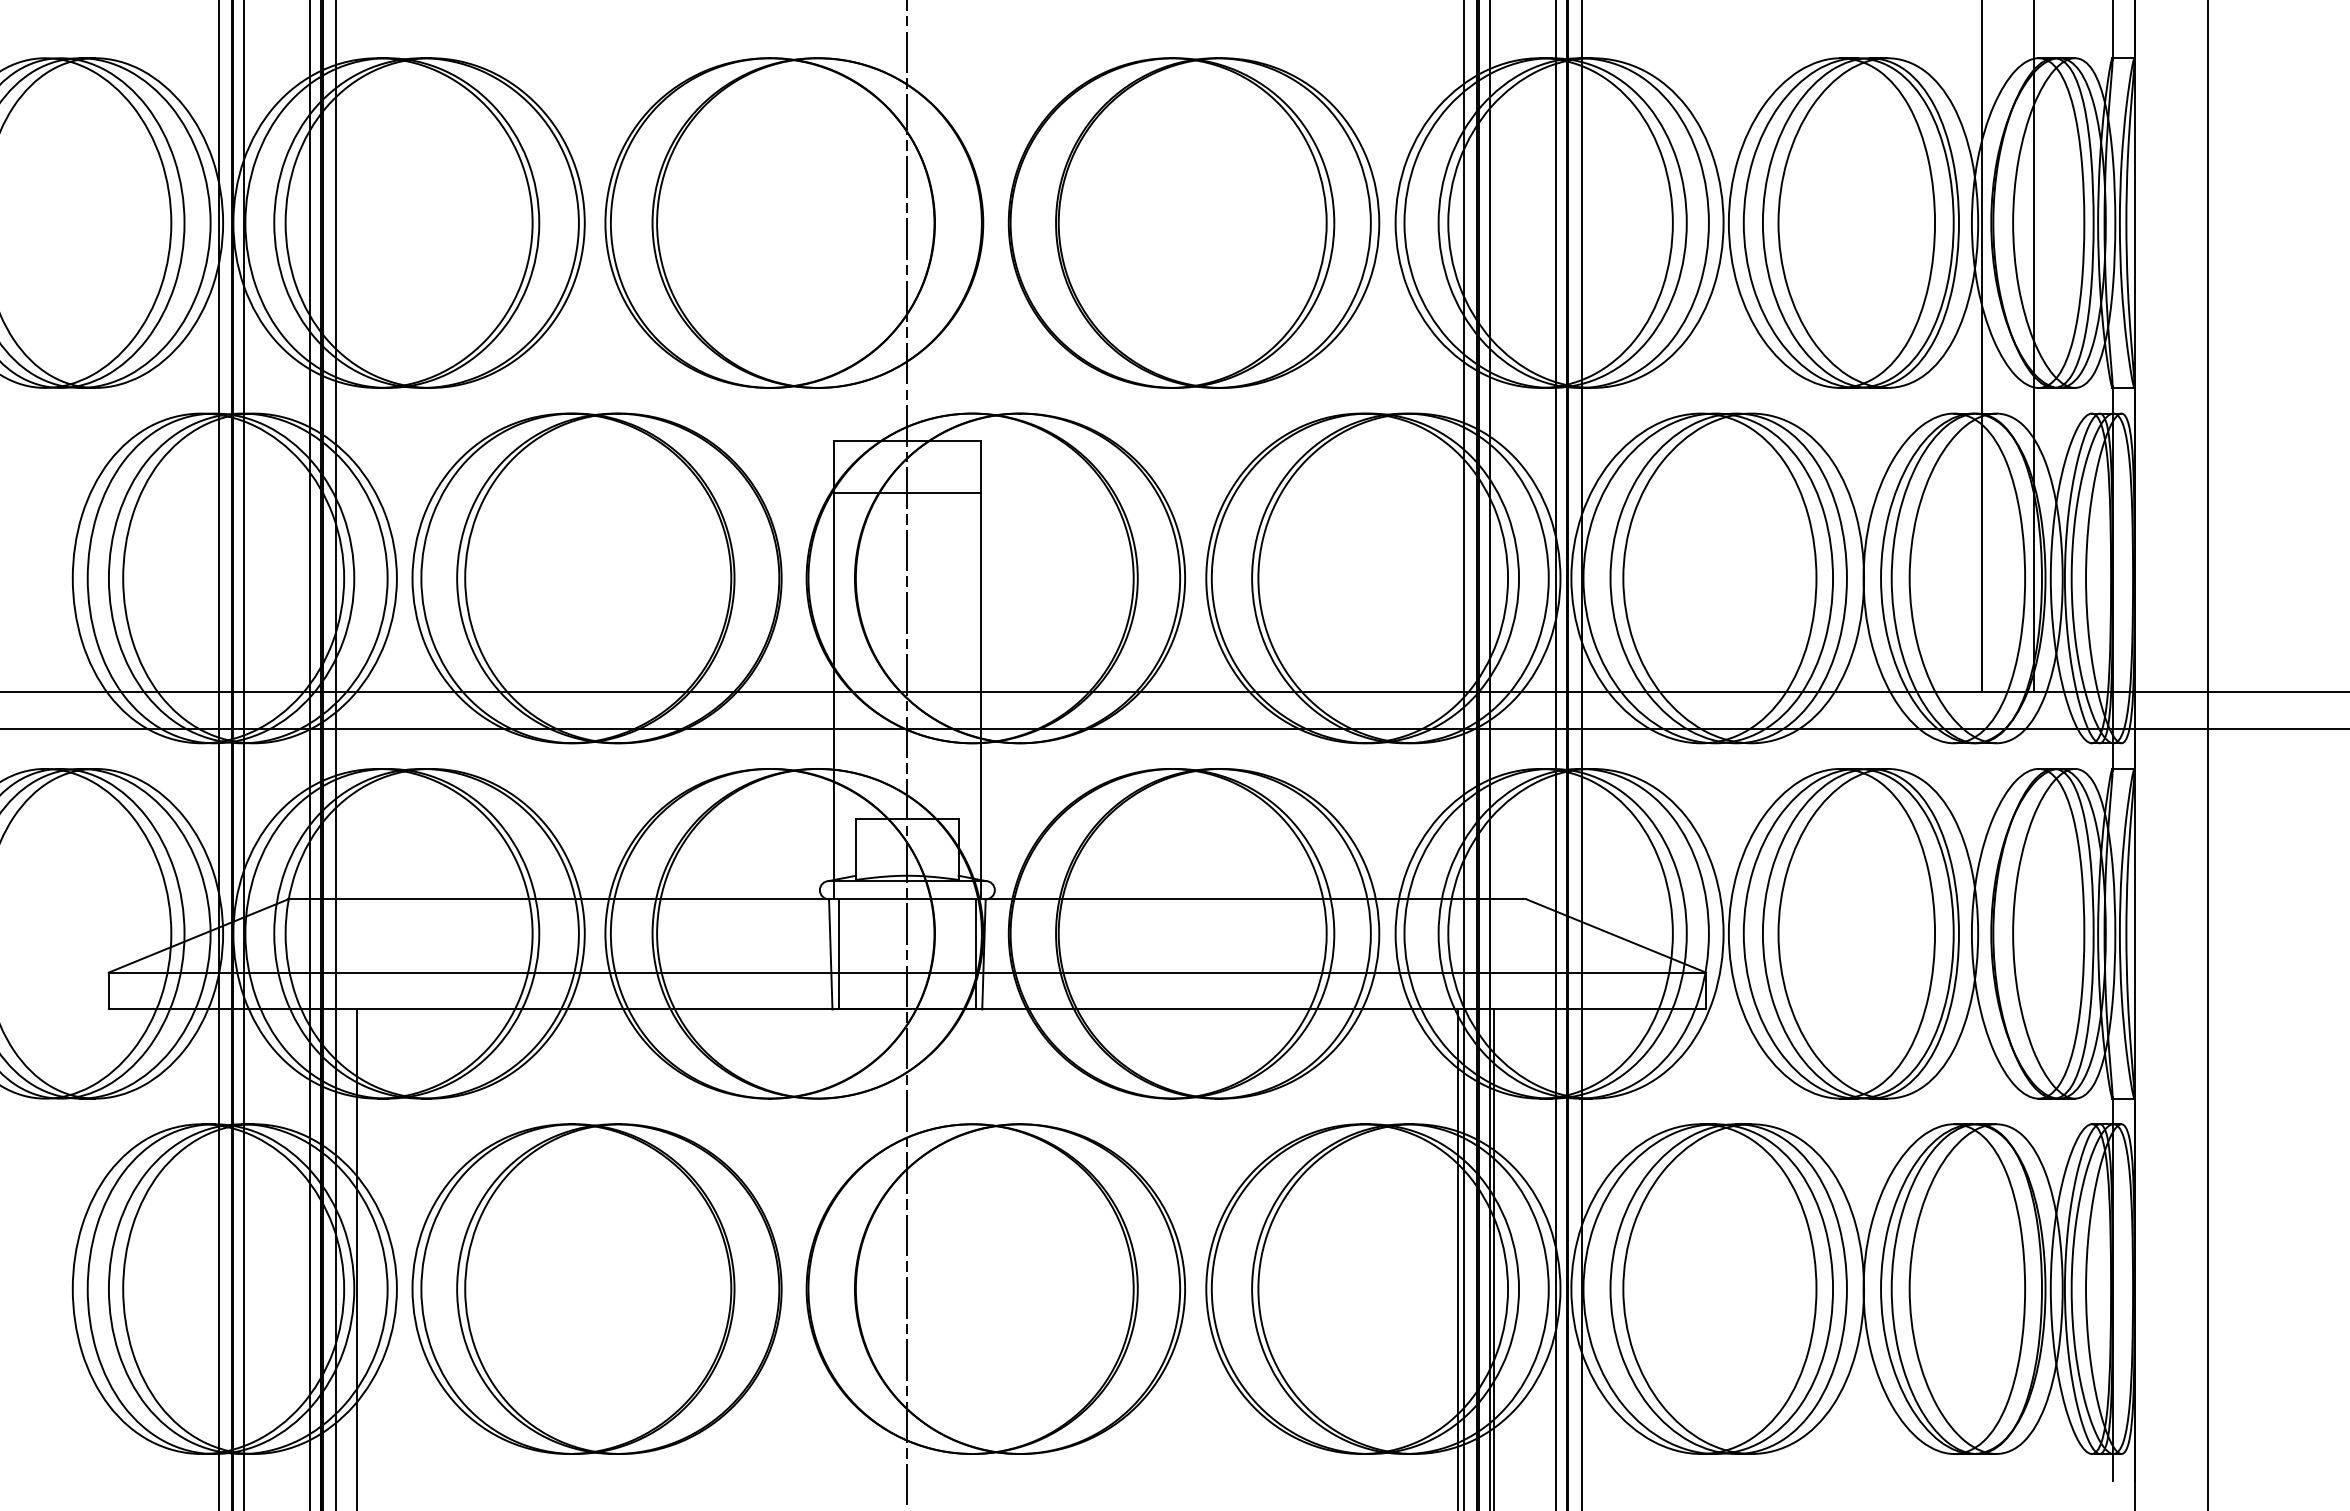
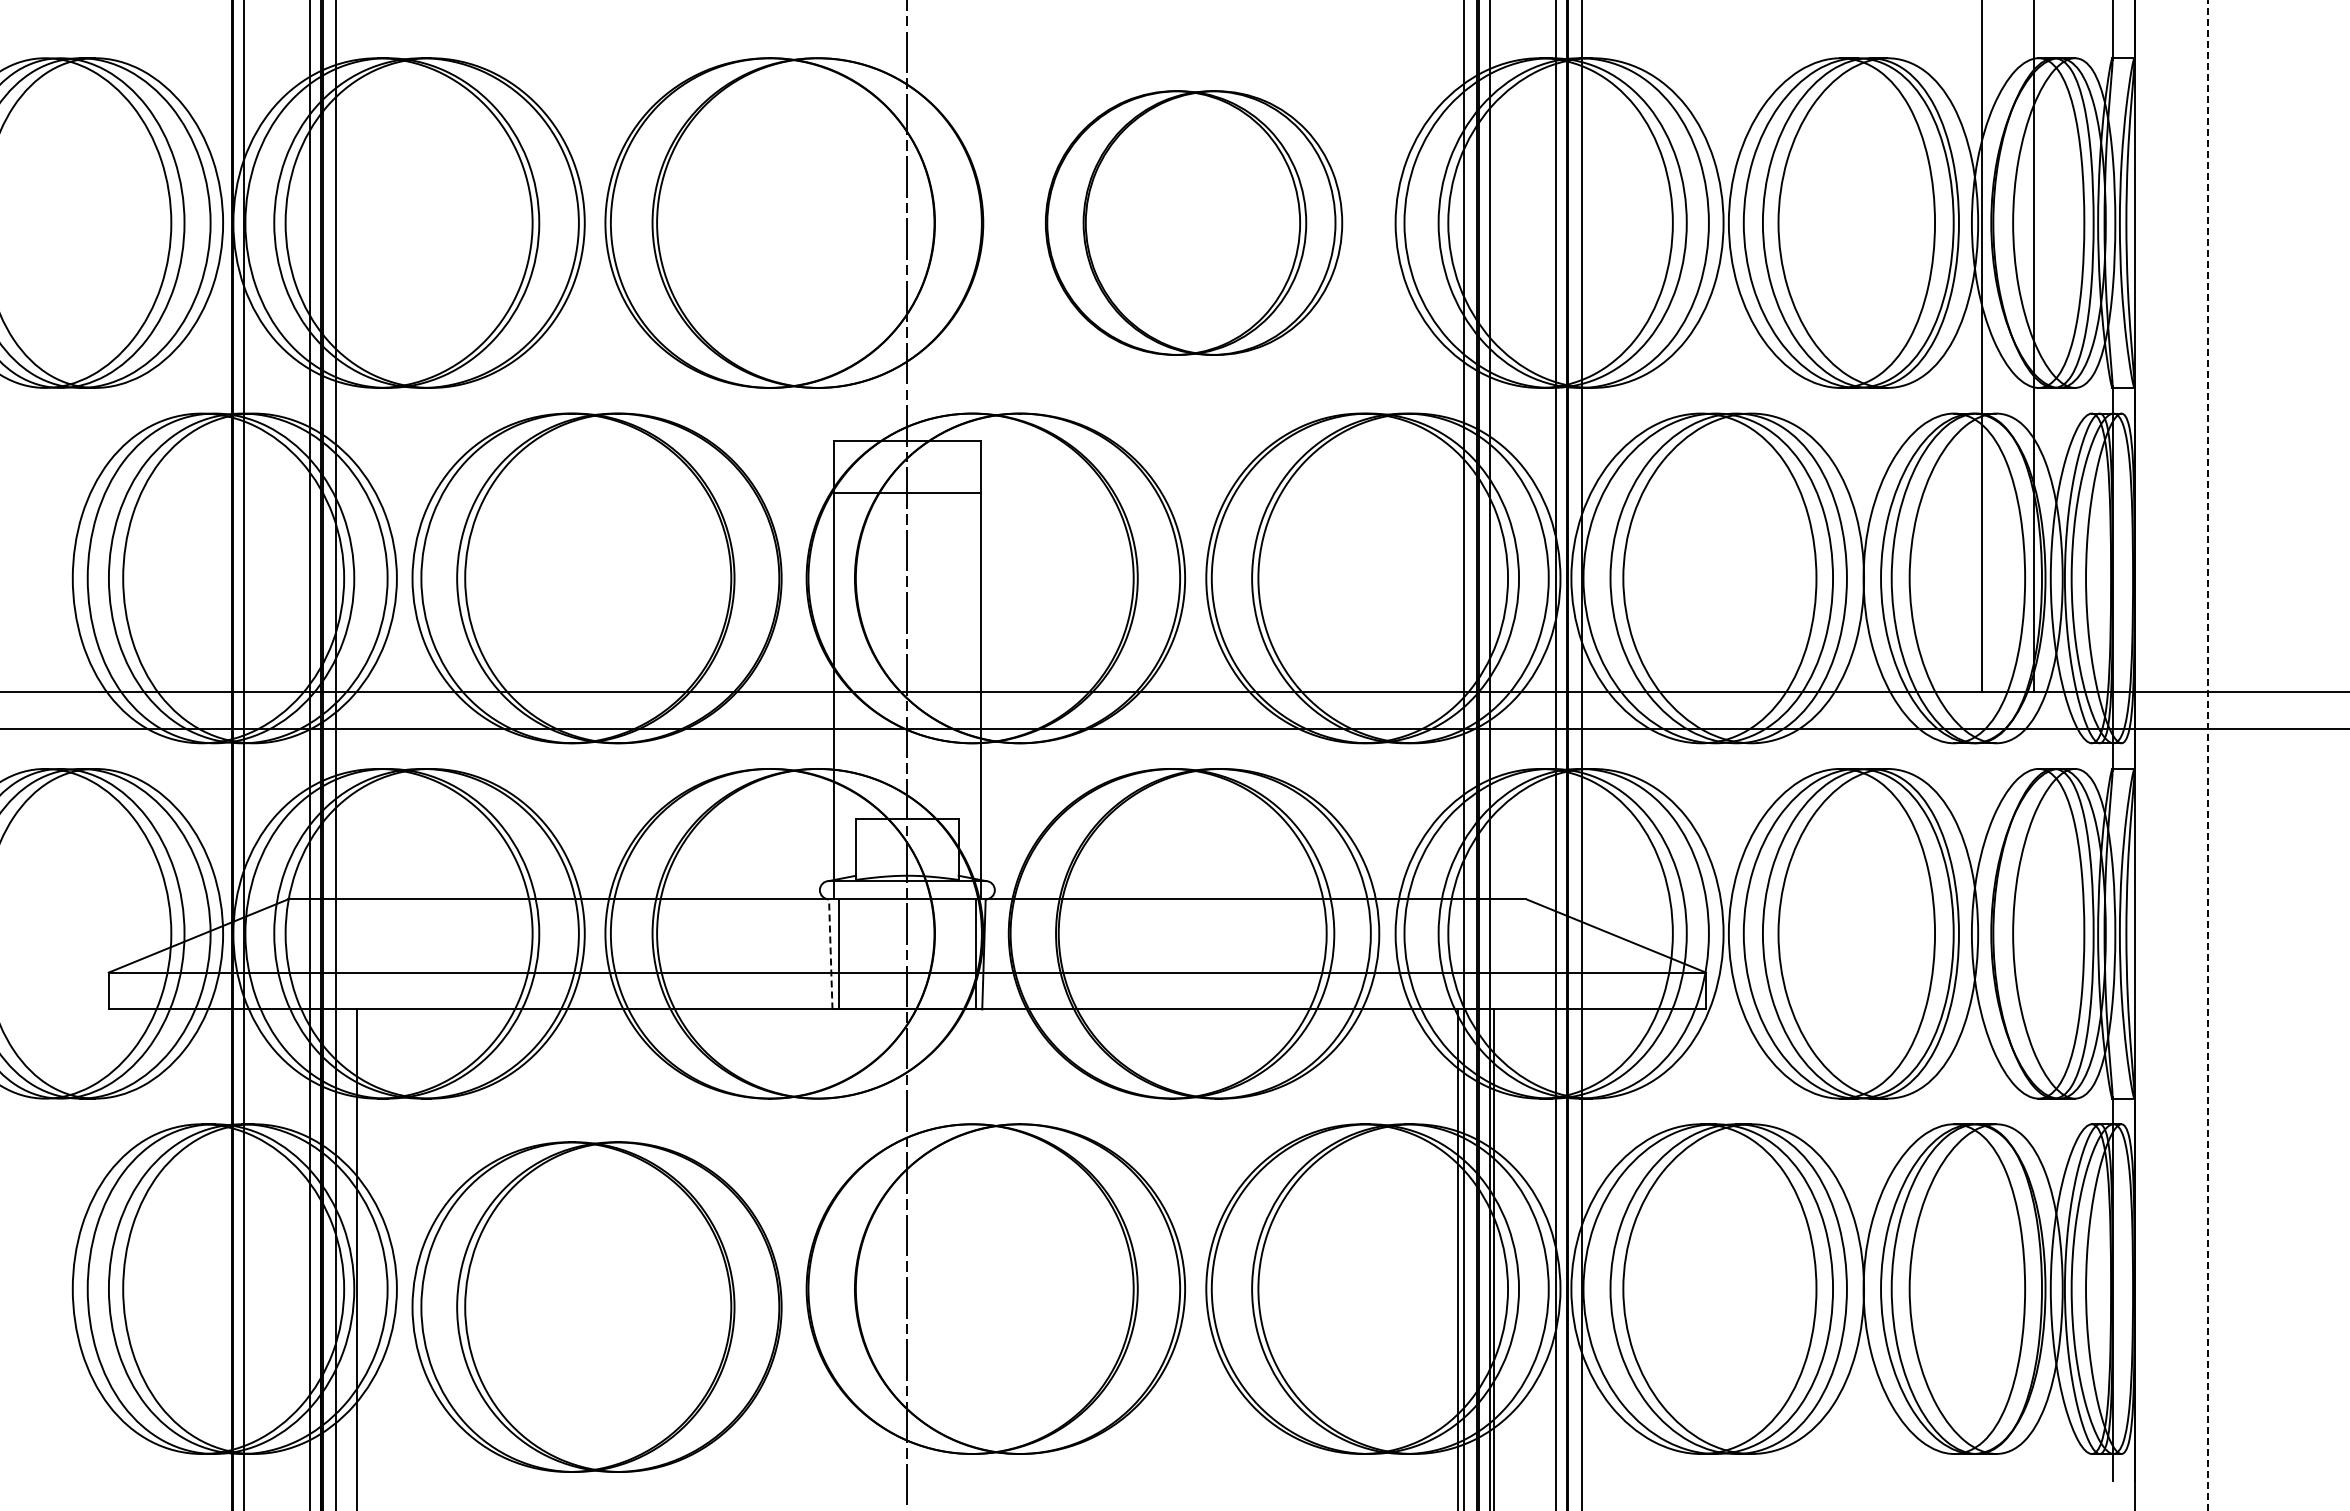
part at (1193, 222) size: 374x332 px -> 300x266 px
line at (218, 754): present -> none
line at (2207, 755): solid -> dashed
line at (830, 953): solid -> dashed
part at (596, 1288) position: (596, 1288) -> (596, 1306)
